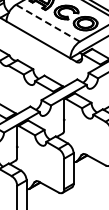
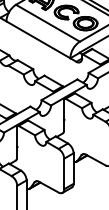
line at (47, 23): dashed -> solid
